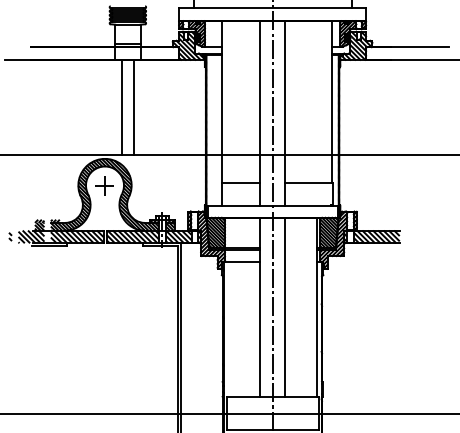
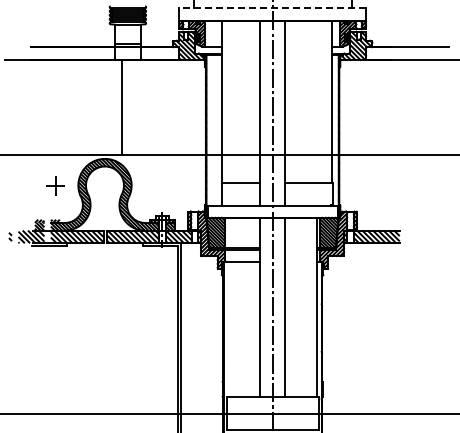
line at (272, 8): solid -> dashed
line at (134, 106): present -> none
part at (104, 185) position: (104, 185) -> (55, 185)
